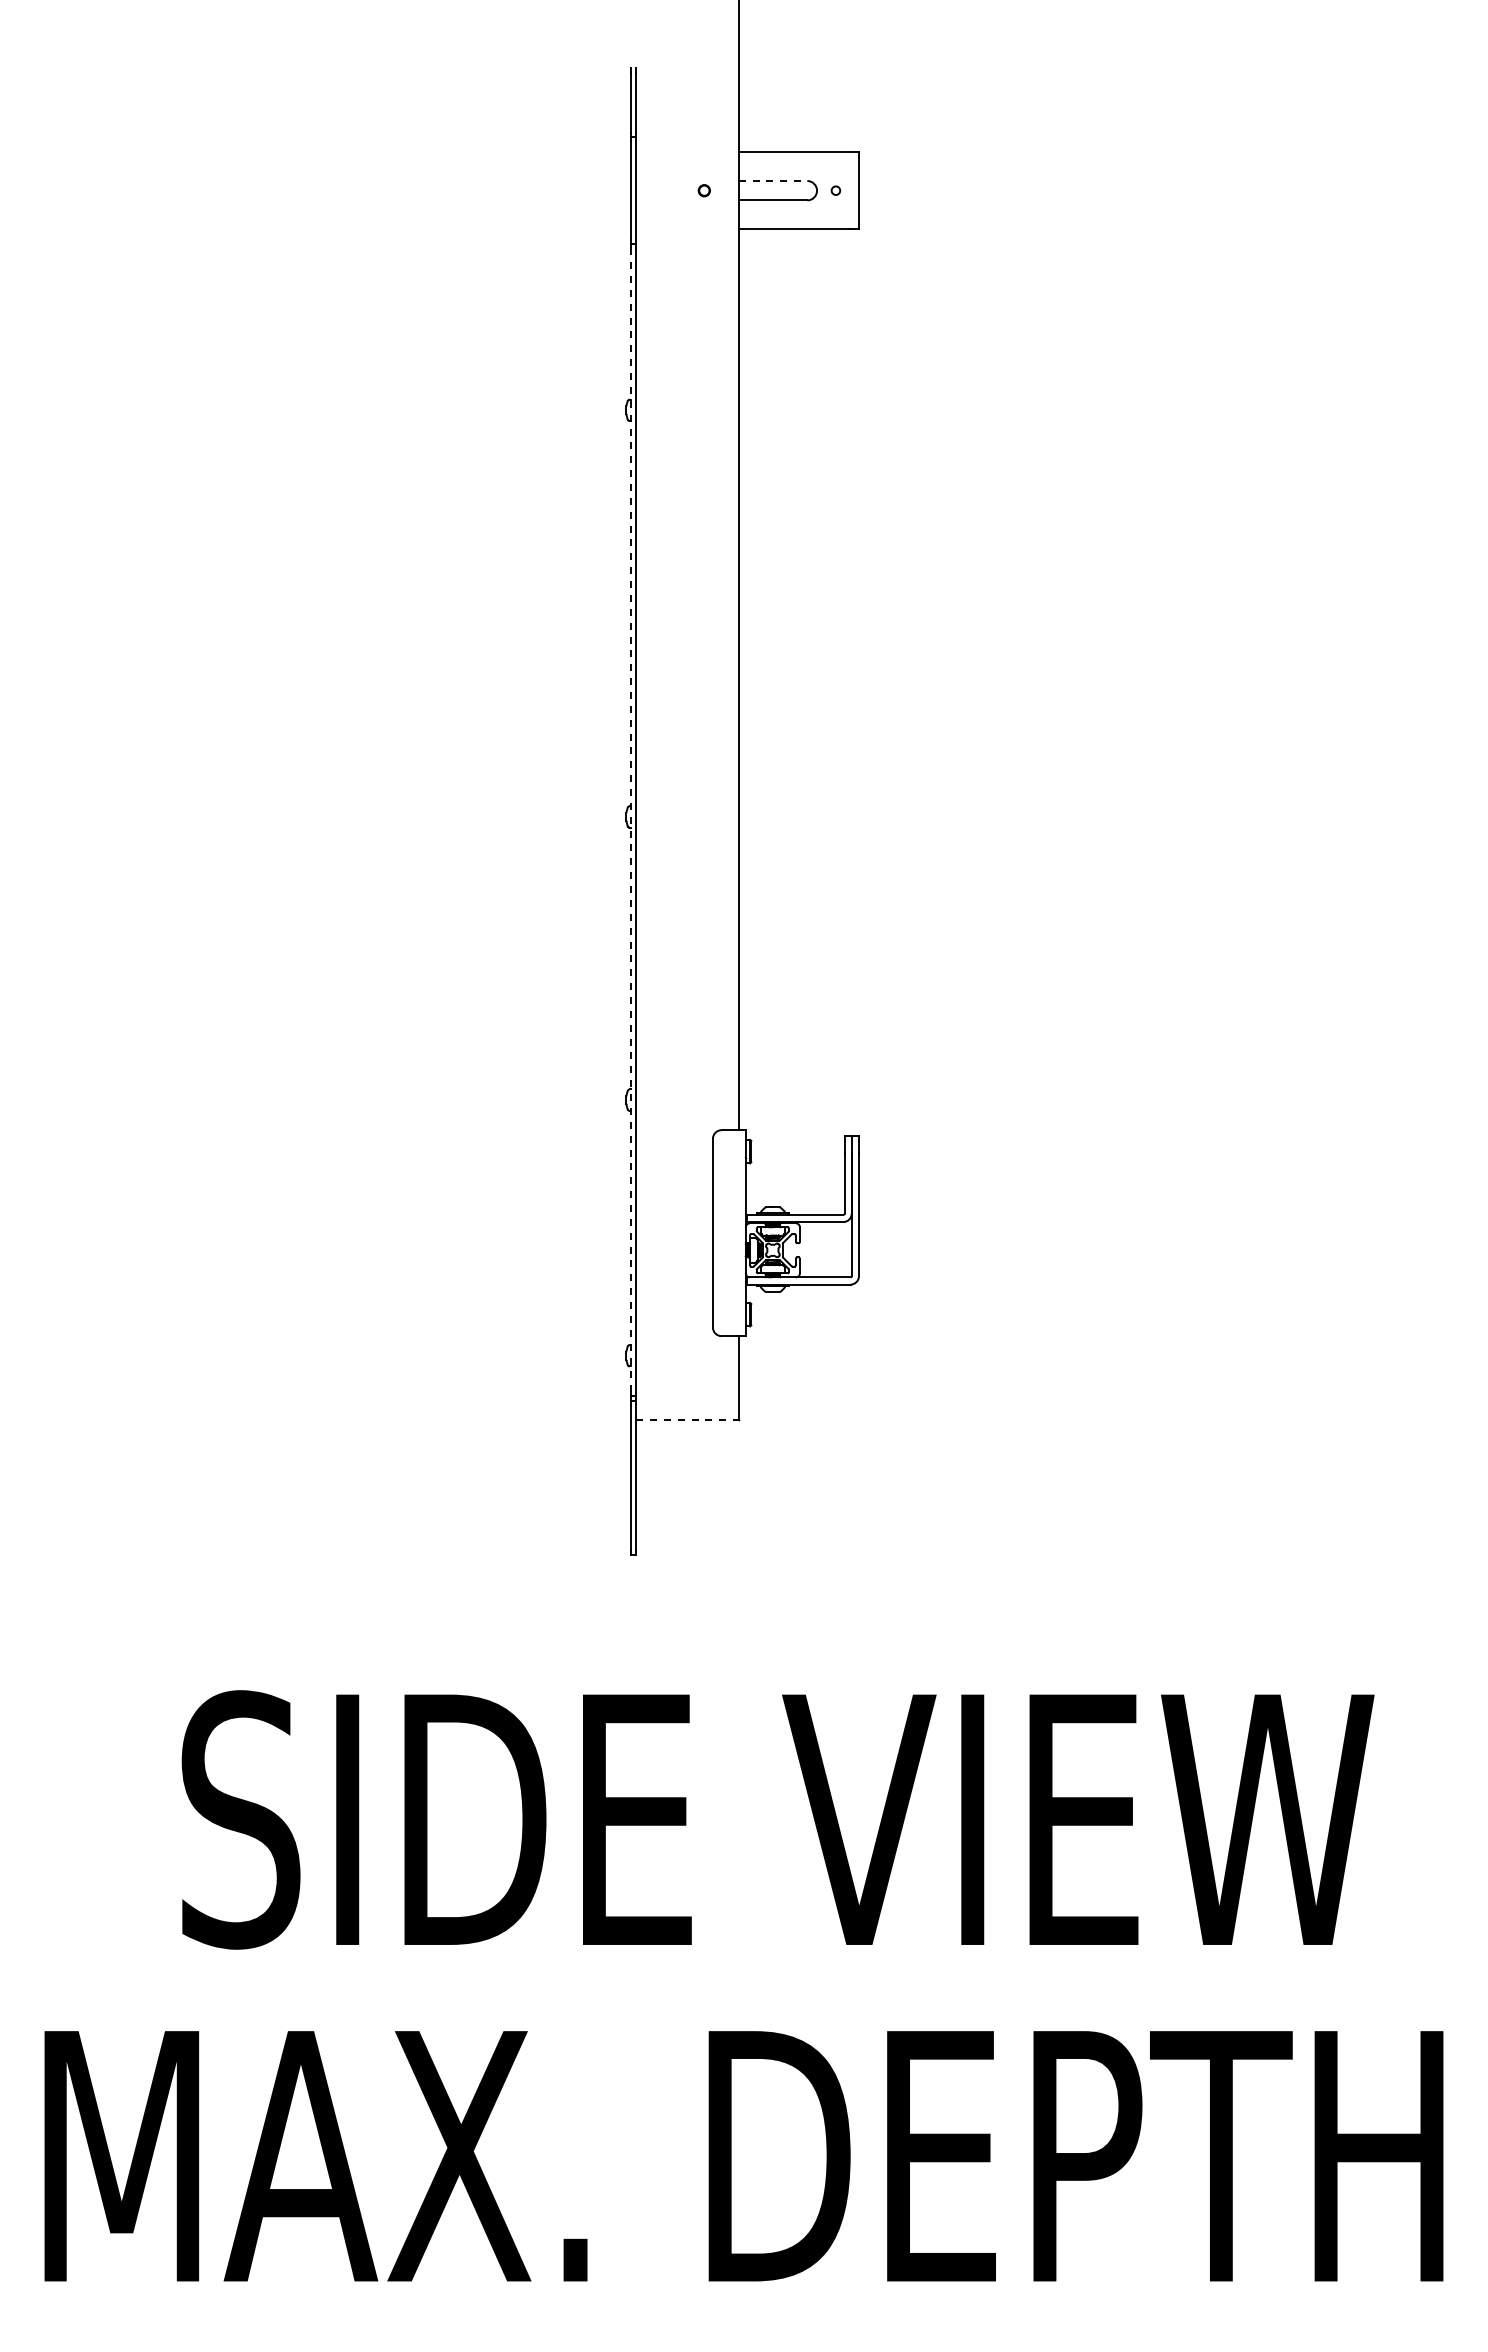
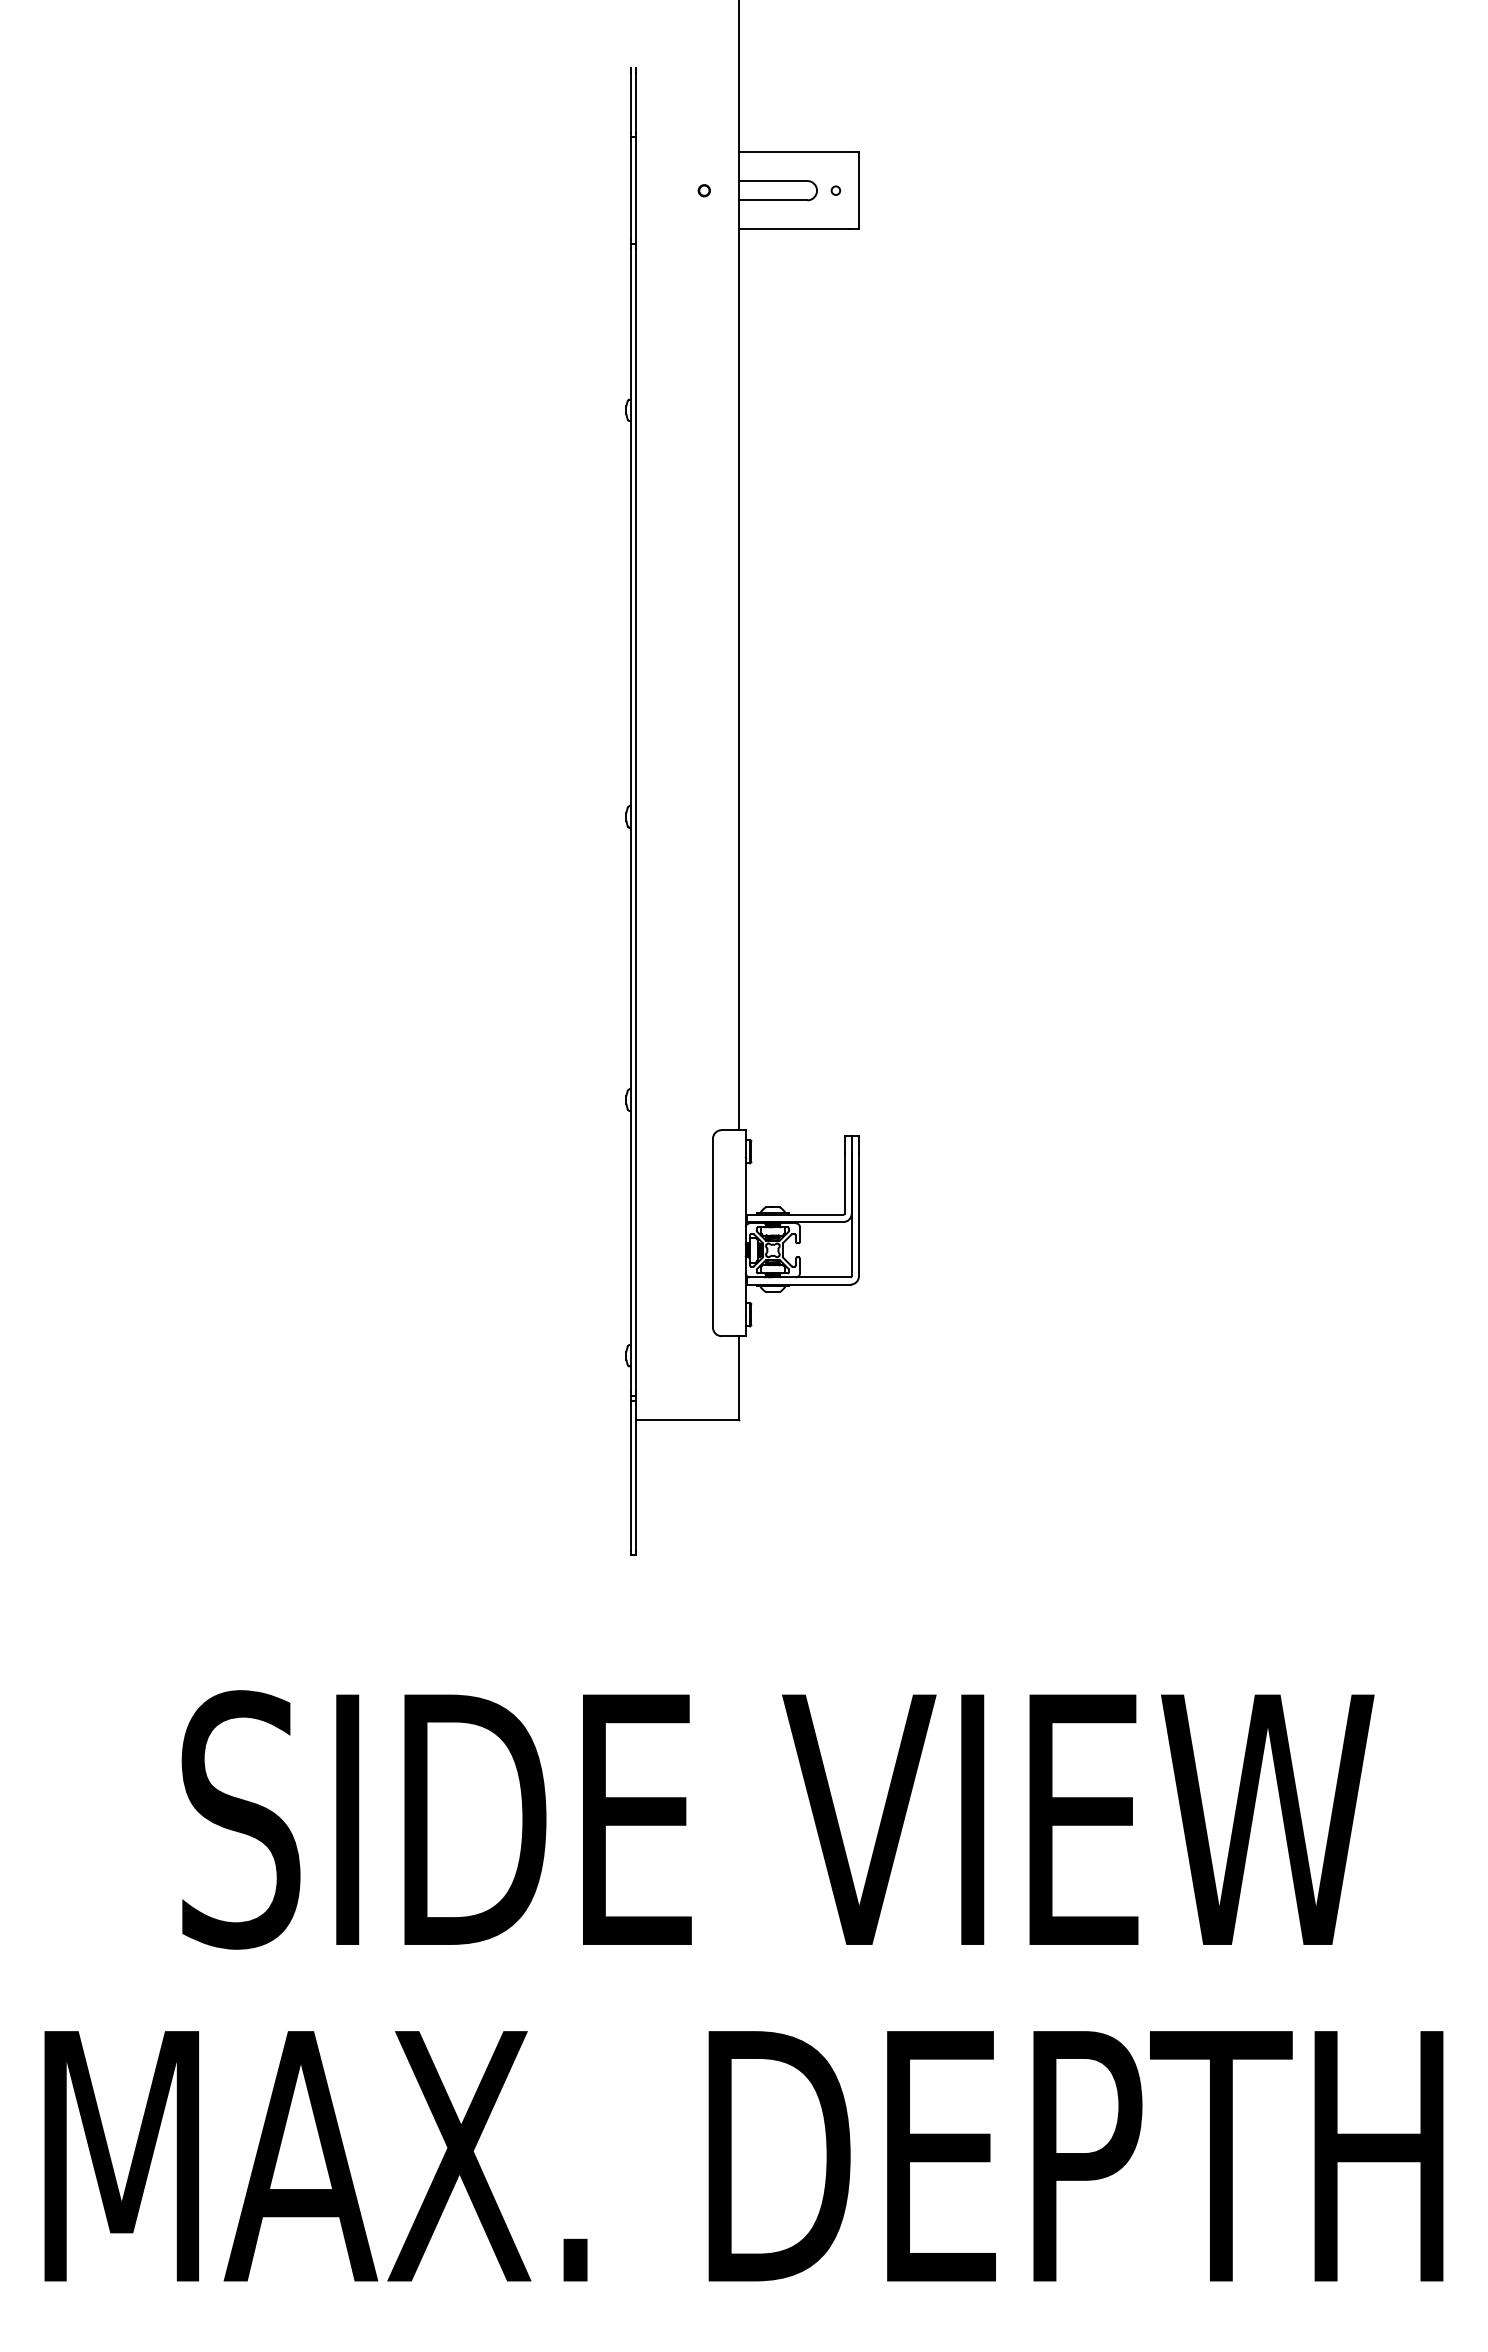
line at (773, 181): dashed -> solid
line at (630, 820): dashed -> solid
line at (687, 1420): dashed -> solid
